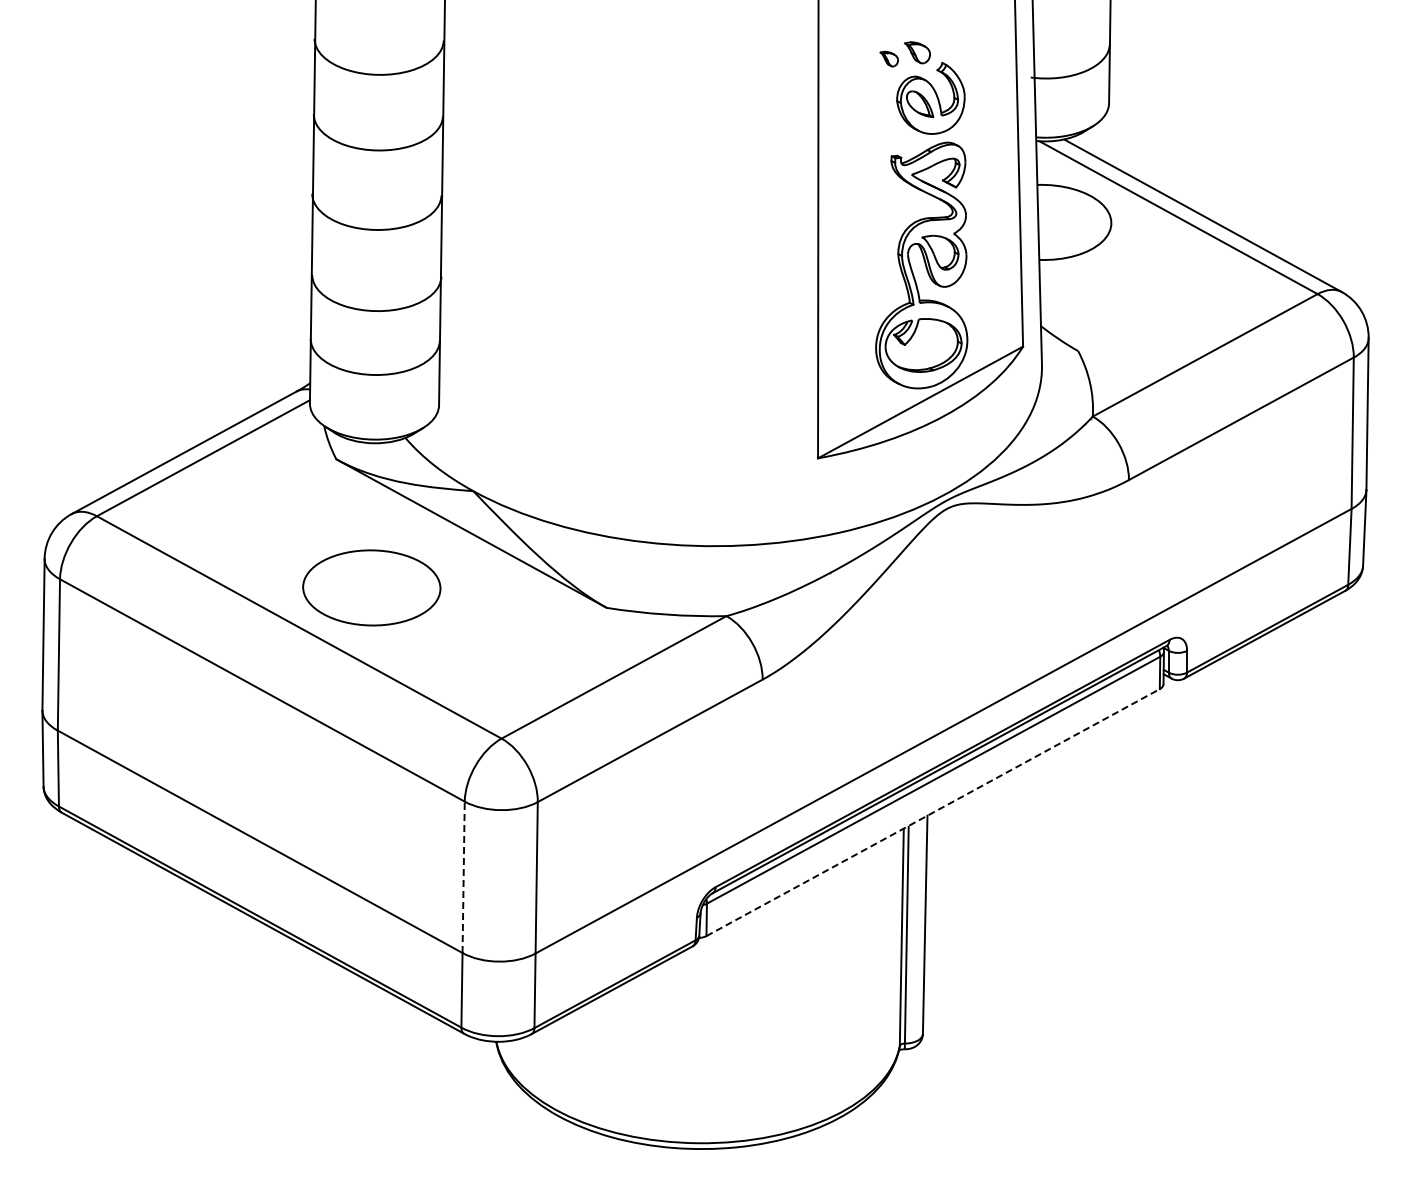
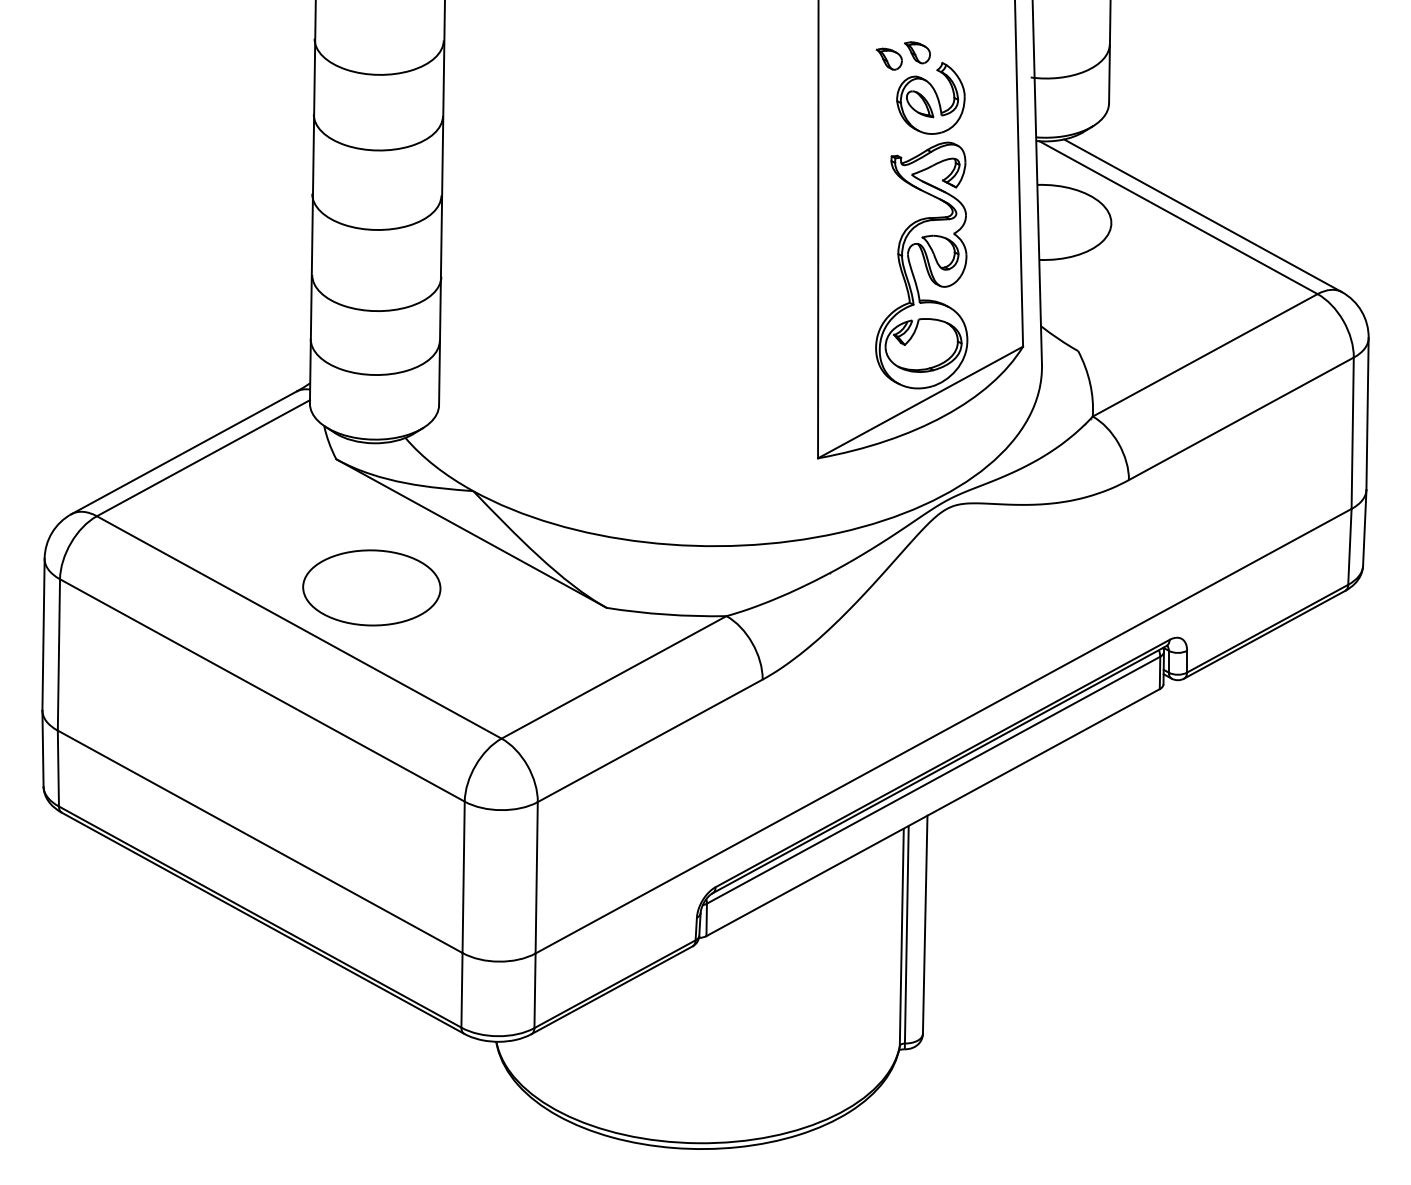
part at (888, 58) size: 20x18 px -> 28x24 px
line at (933, 812): dashed -> solid
line at (463, 877): dashed -> solid
